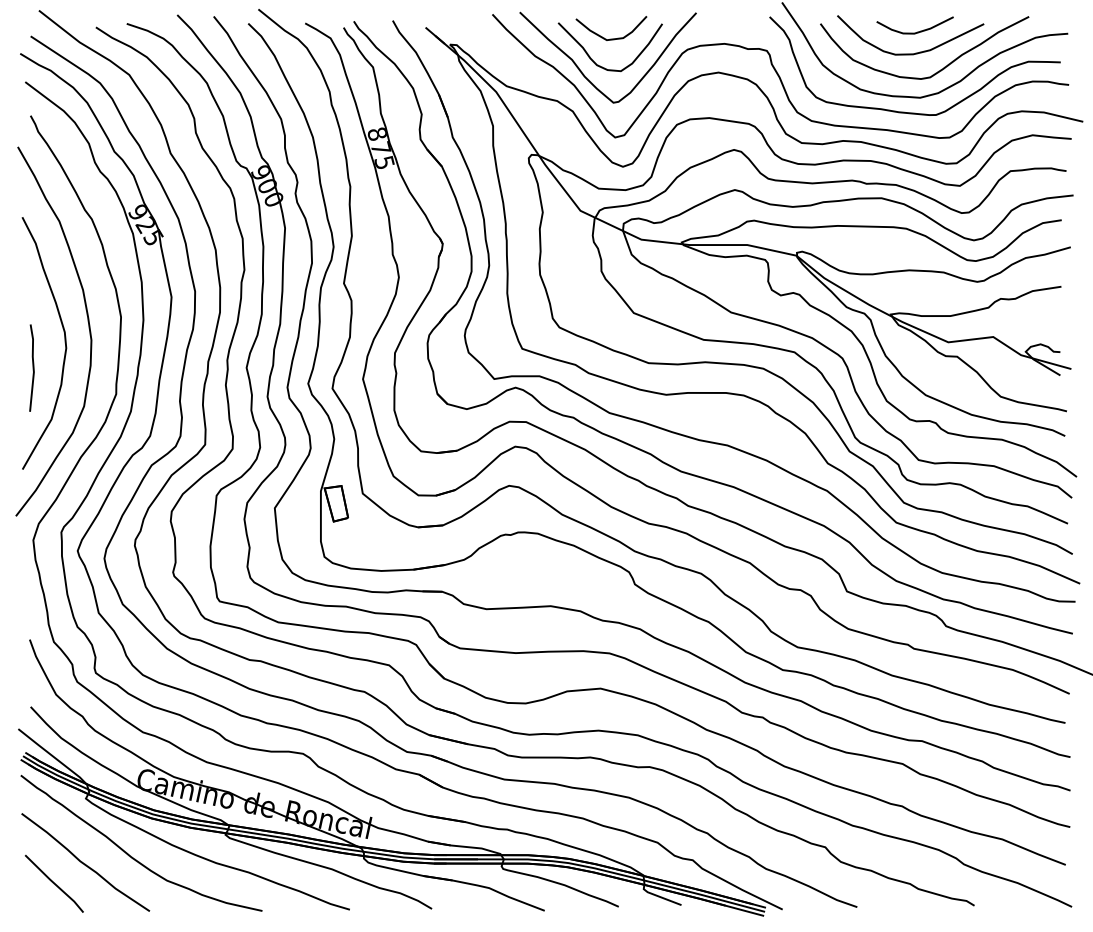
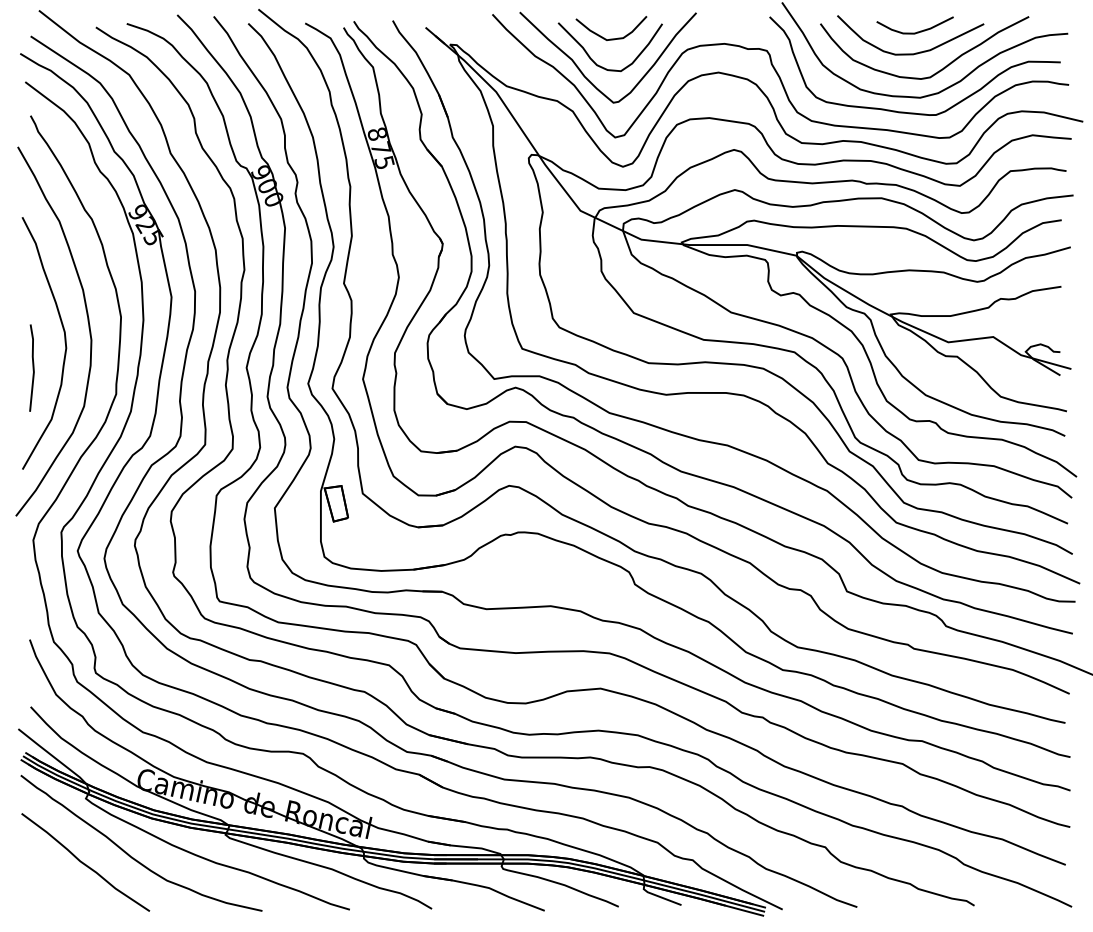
line at (53, 883): present -> none
